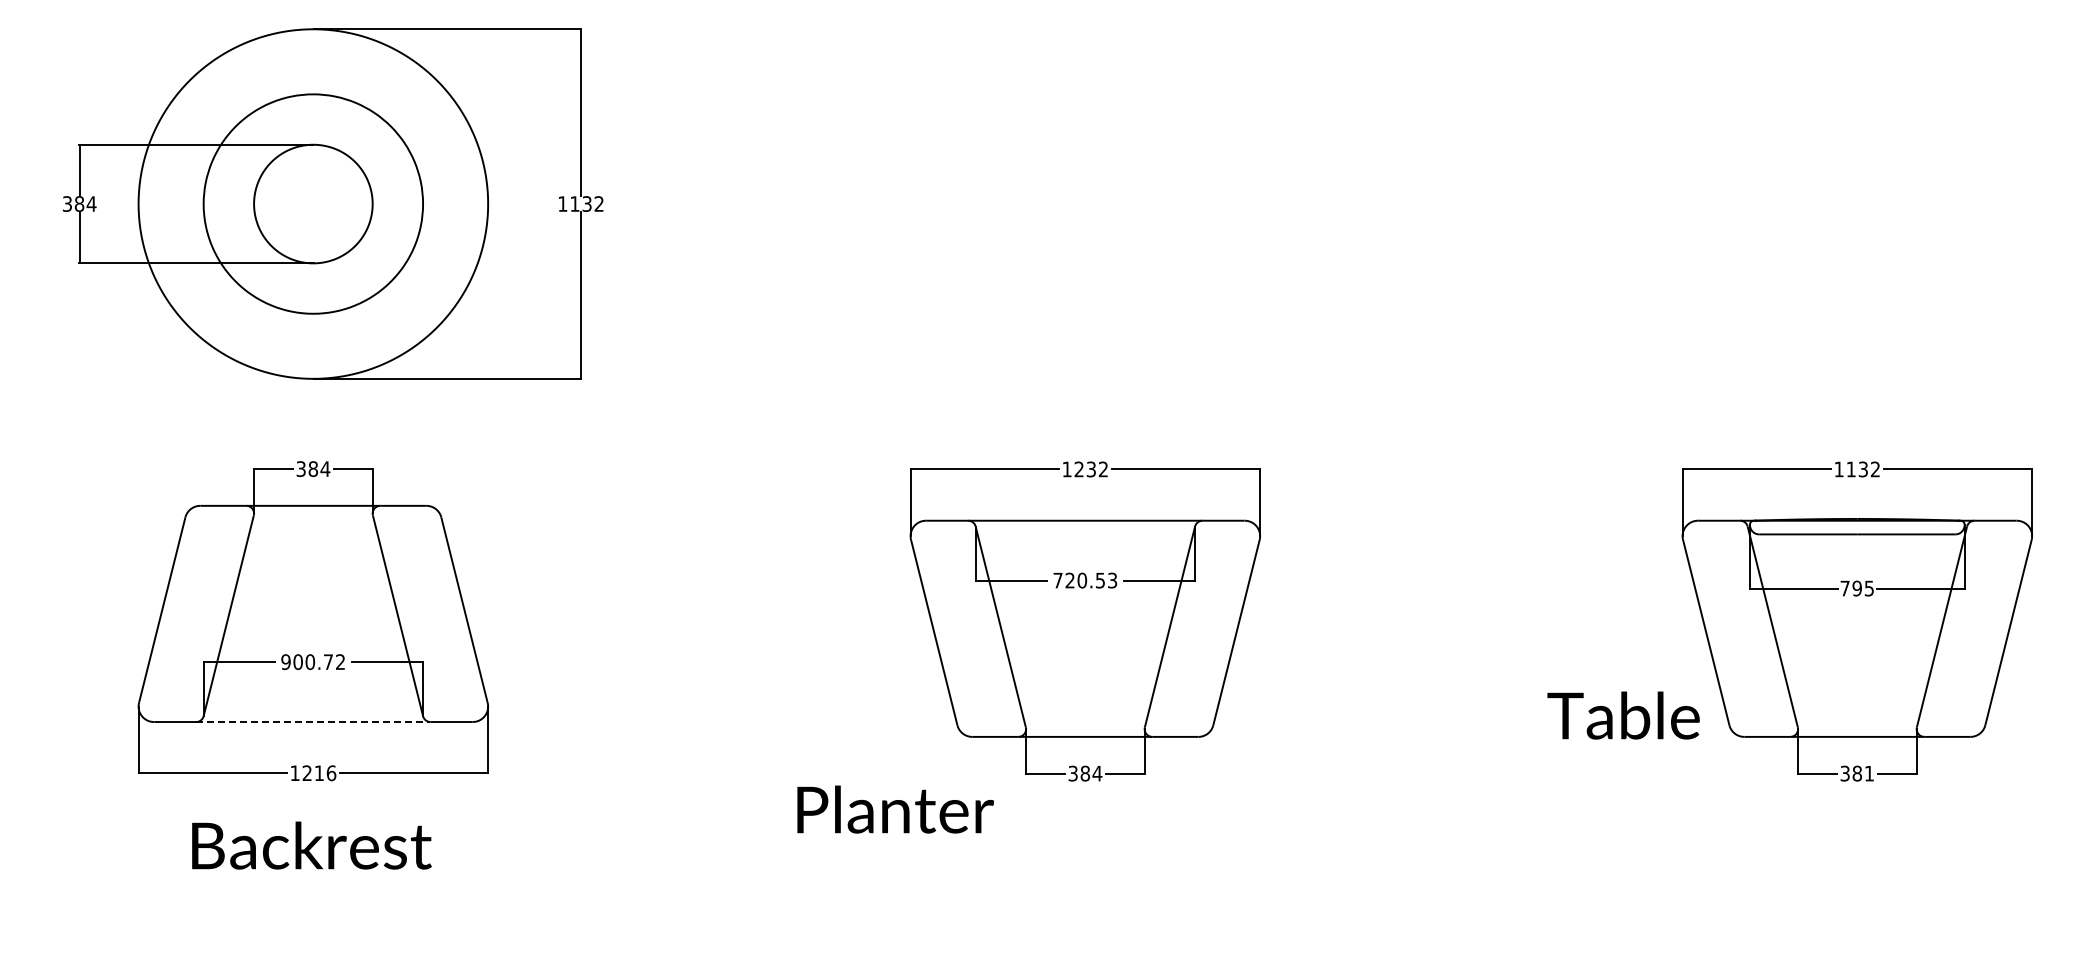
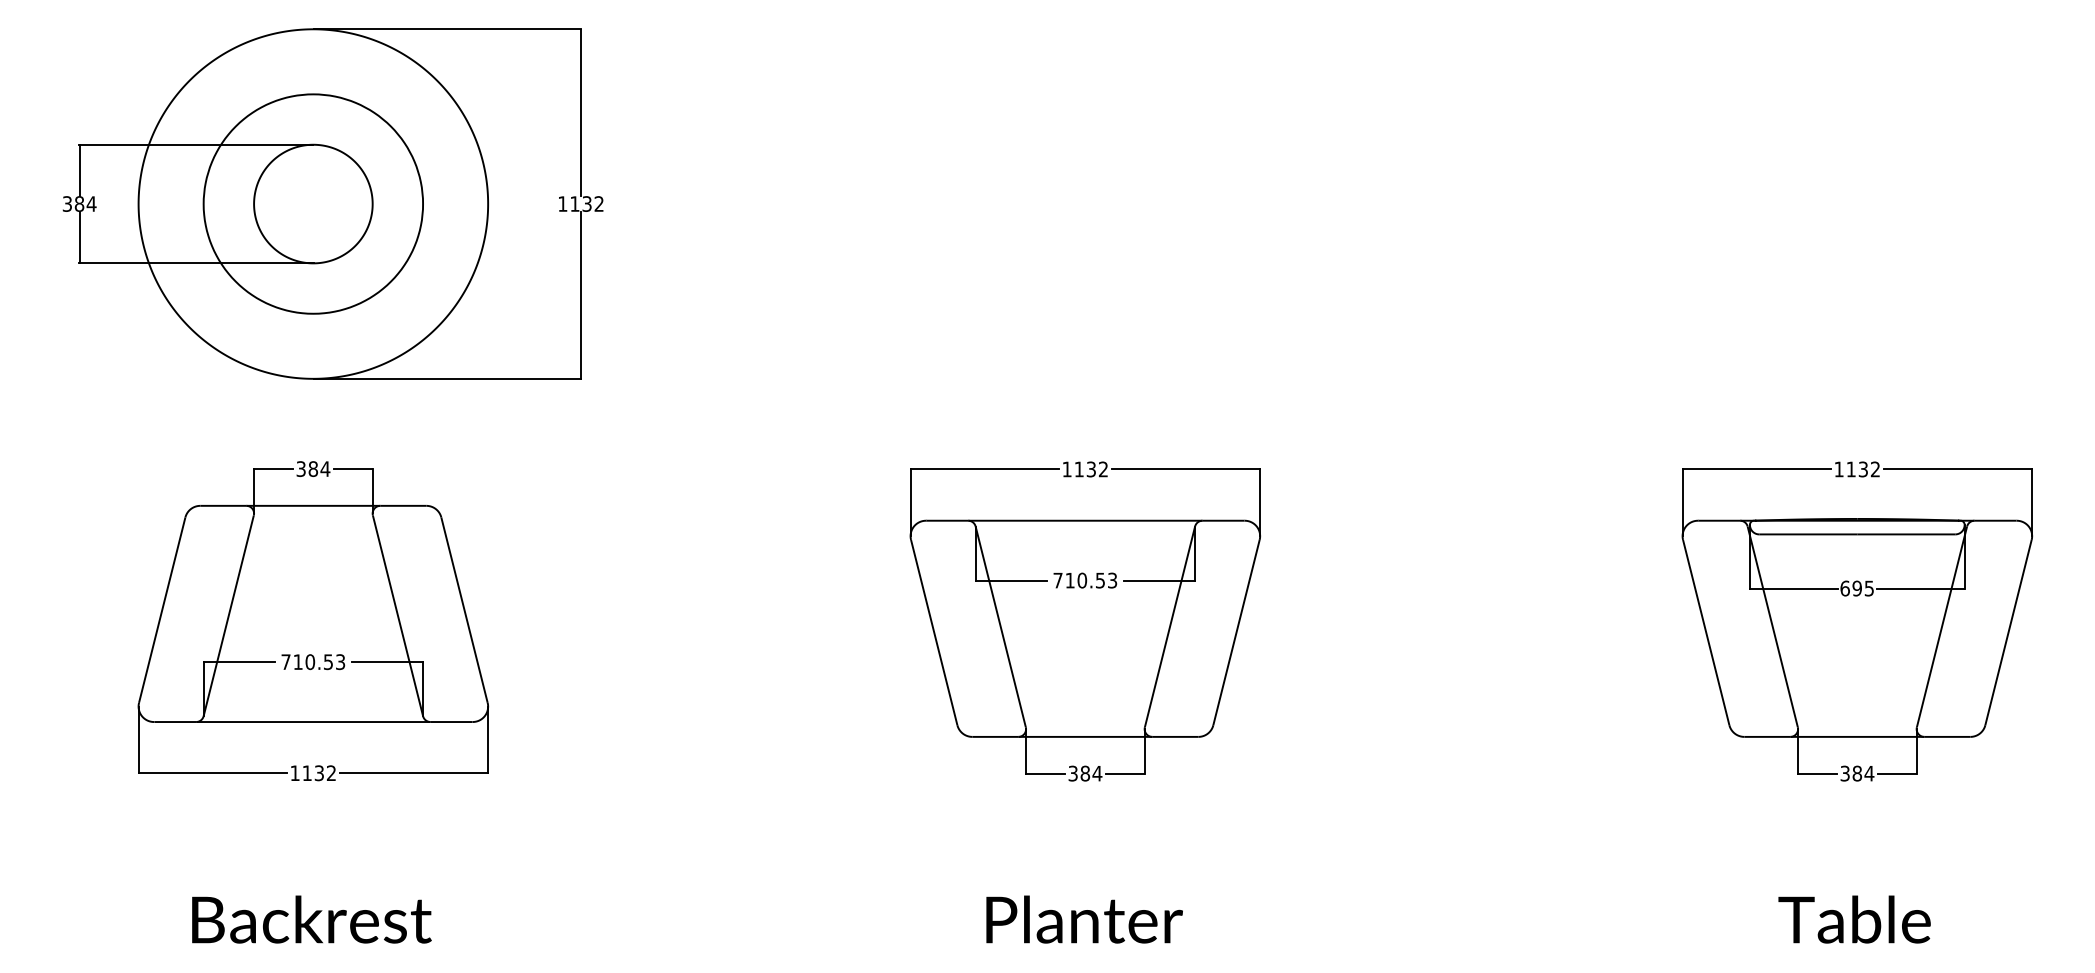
text at (1078, 469): 1232 -> 1132
text at (1069, 580): 720.53 -> 710.53
text at (1844, 588): 795 -> 695
text at (313, 662): 900.72 -> 710.53
text at (1623, 715) position: (1623, 715) -> (1854, 919)
line at (313, 722): dashed -> solid
text at (319, 773): 1216 -> 1132
text at (1869, 773): 381 -> 384
text at (895, 809) position: (895, 809) -> (1084, 919)
text at (311, 845) position: (311, 845) -> (311, 919)
